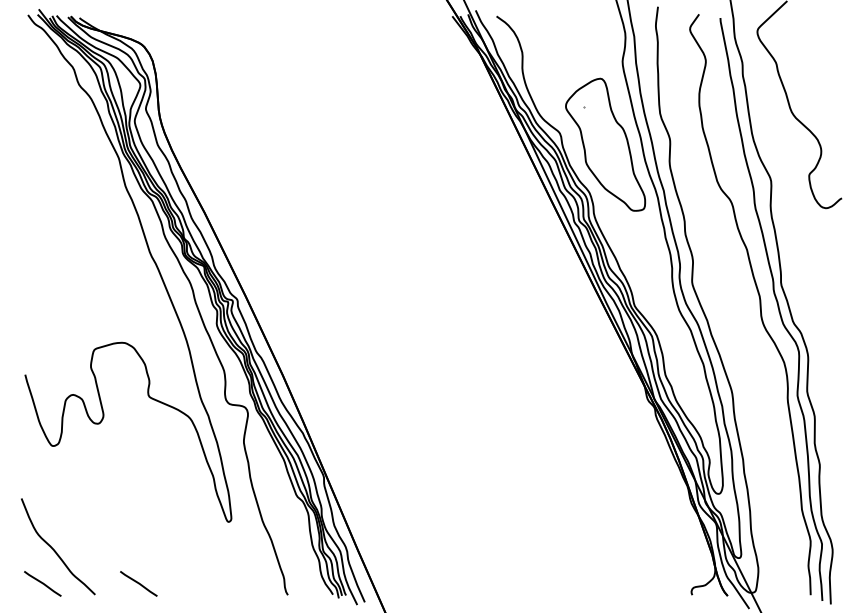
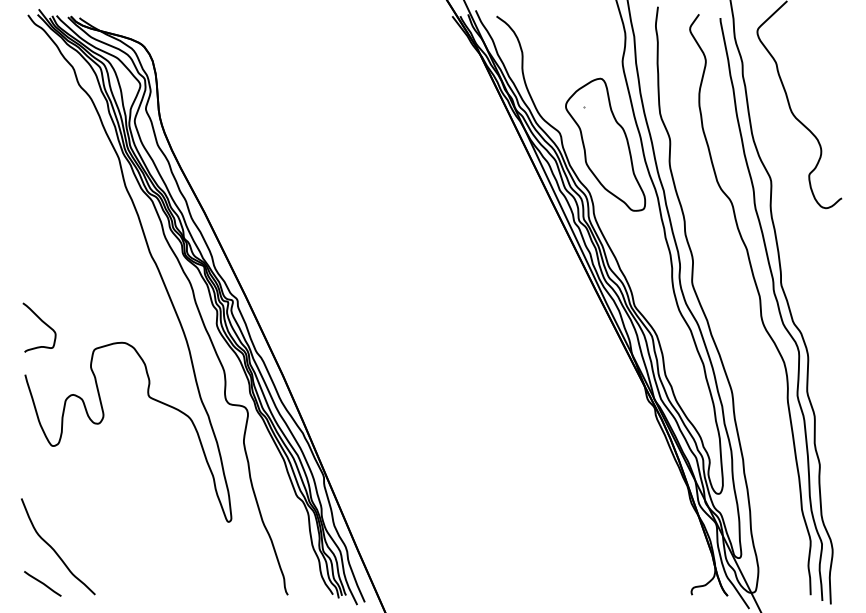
curve at (43, 323): none -> present
line at (138, 583): present -> none
